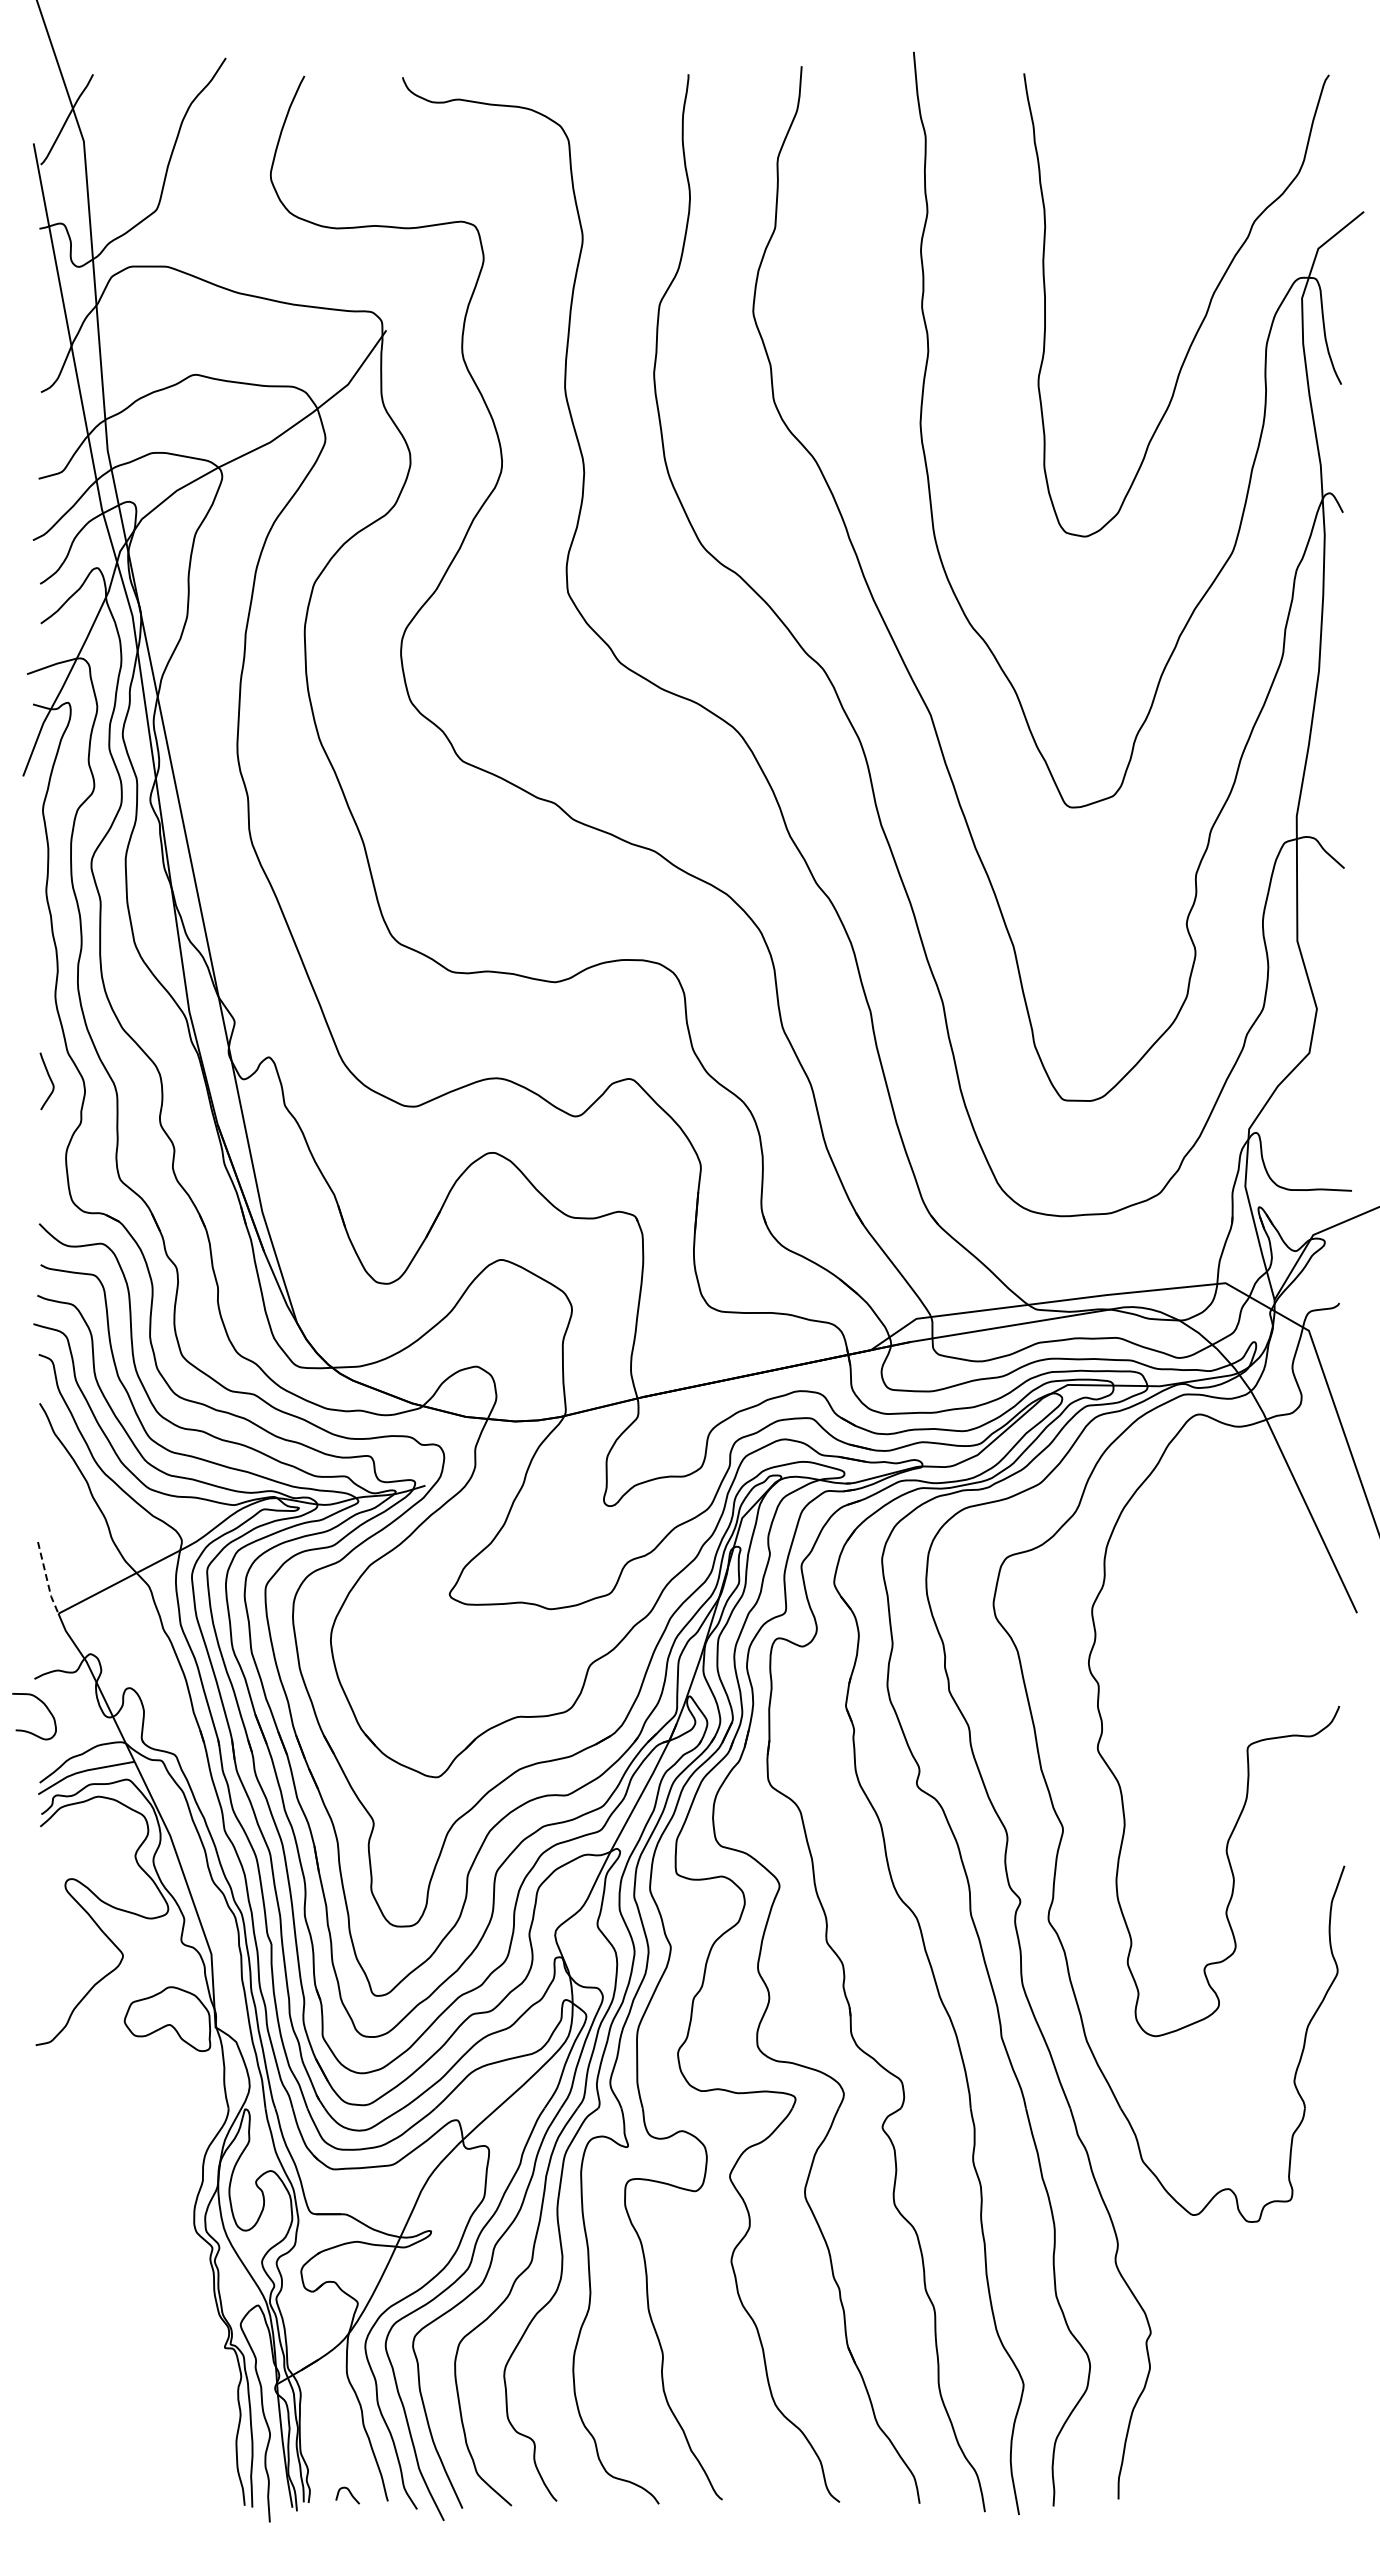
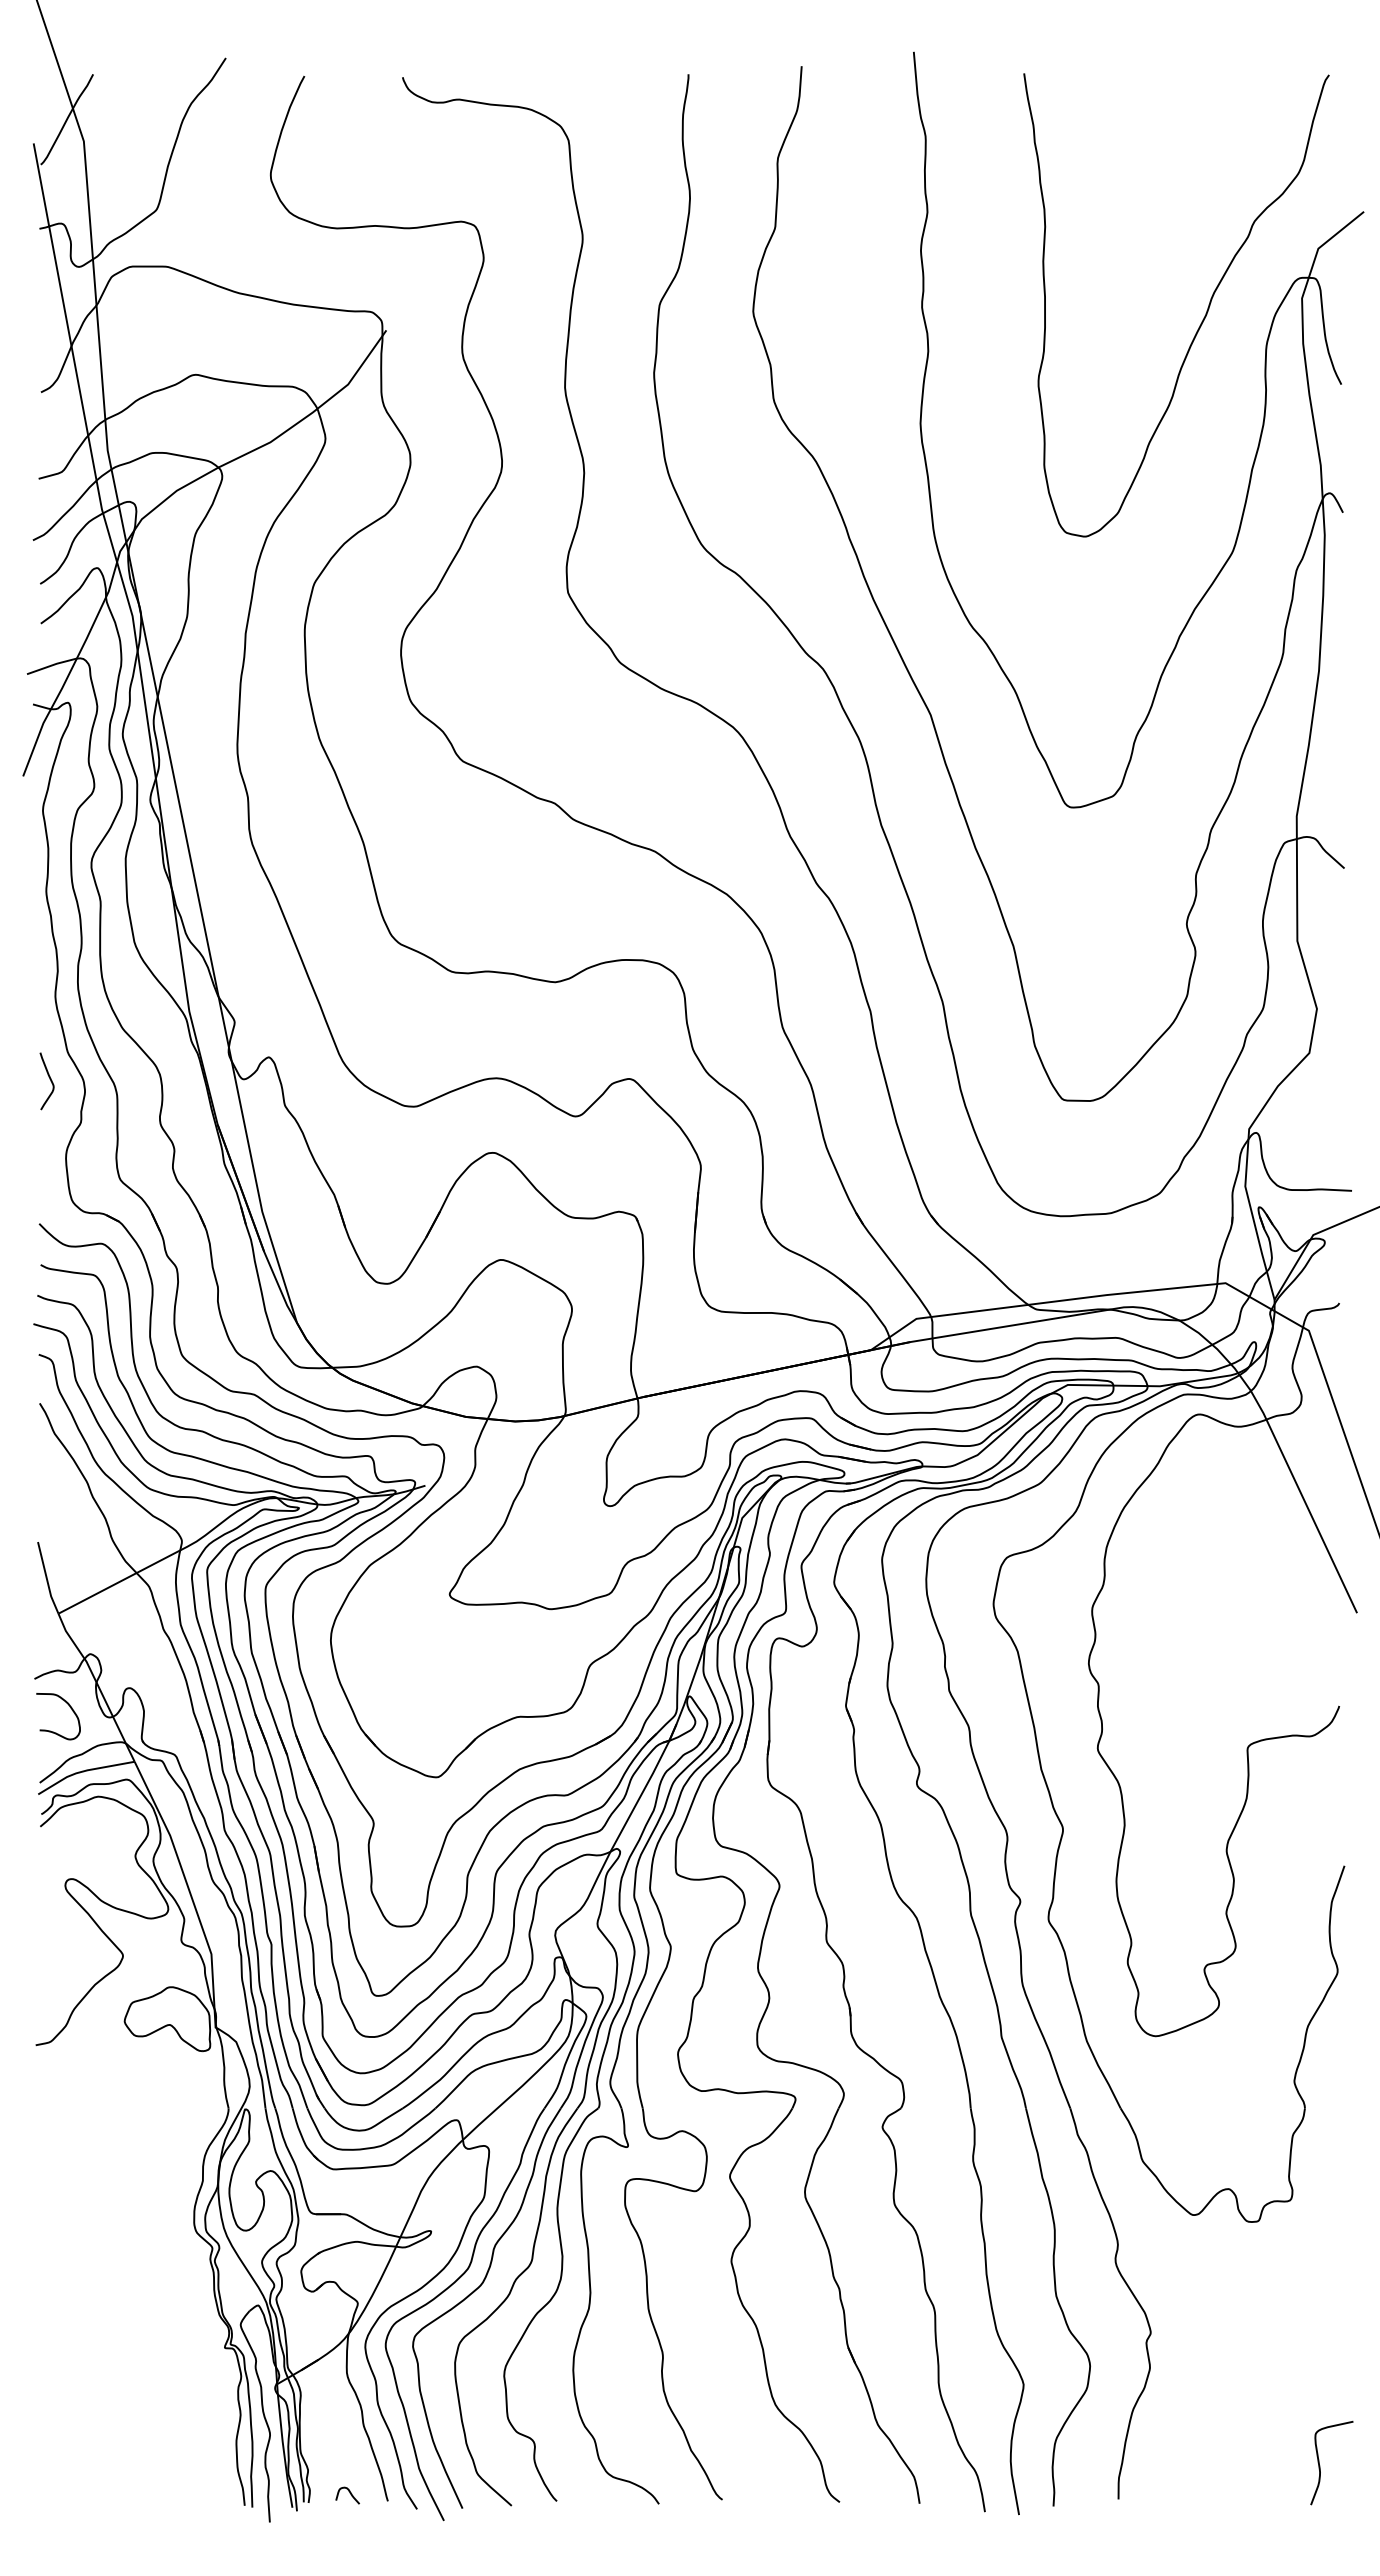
line at (46, 1578): dashed -> solid
curve at (45, 1707) position: (45, 1707) -> (69, 1707)
curve at (1320, 2465): none -> present
